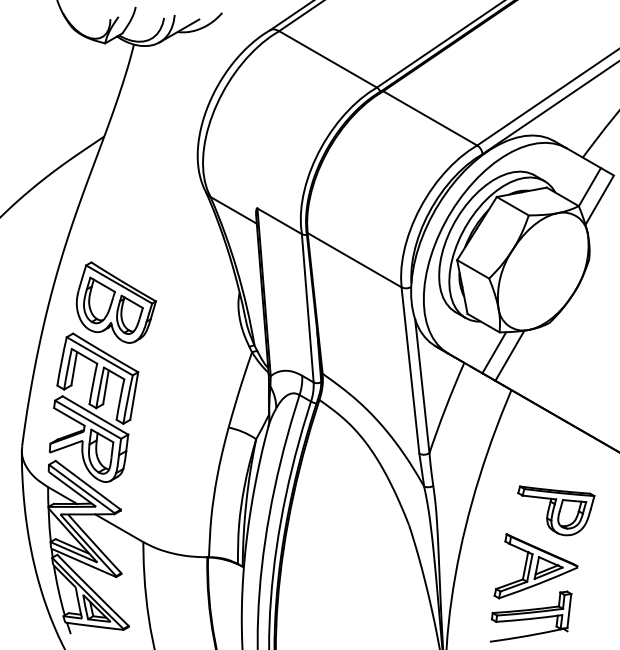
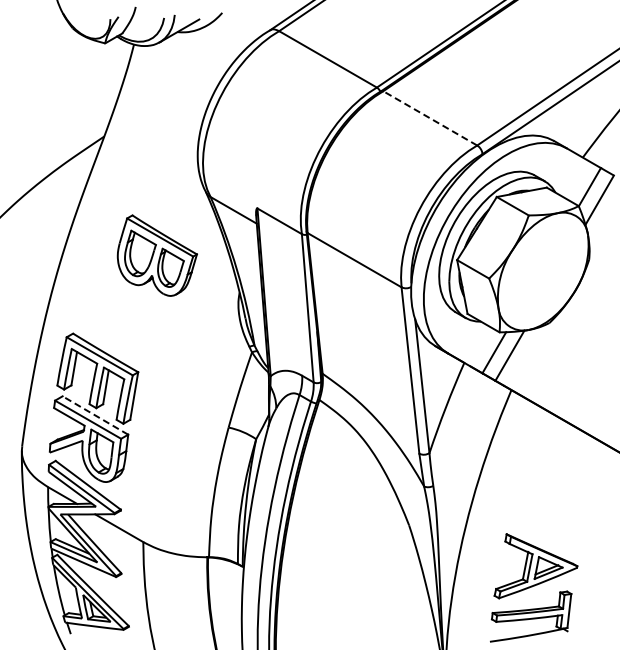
line at (429, 118): solid -> dashed
part at (115, 302) position: (115, 302) -> (156, 255)
line at (95, 415): solid -> dashed
part at (556, 510): present -> none
